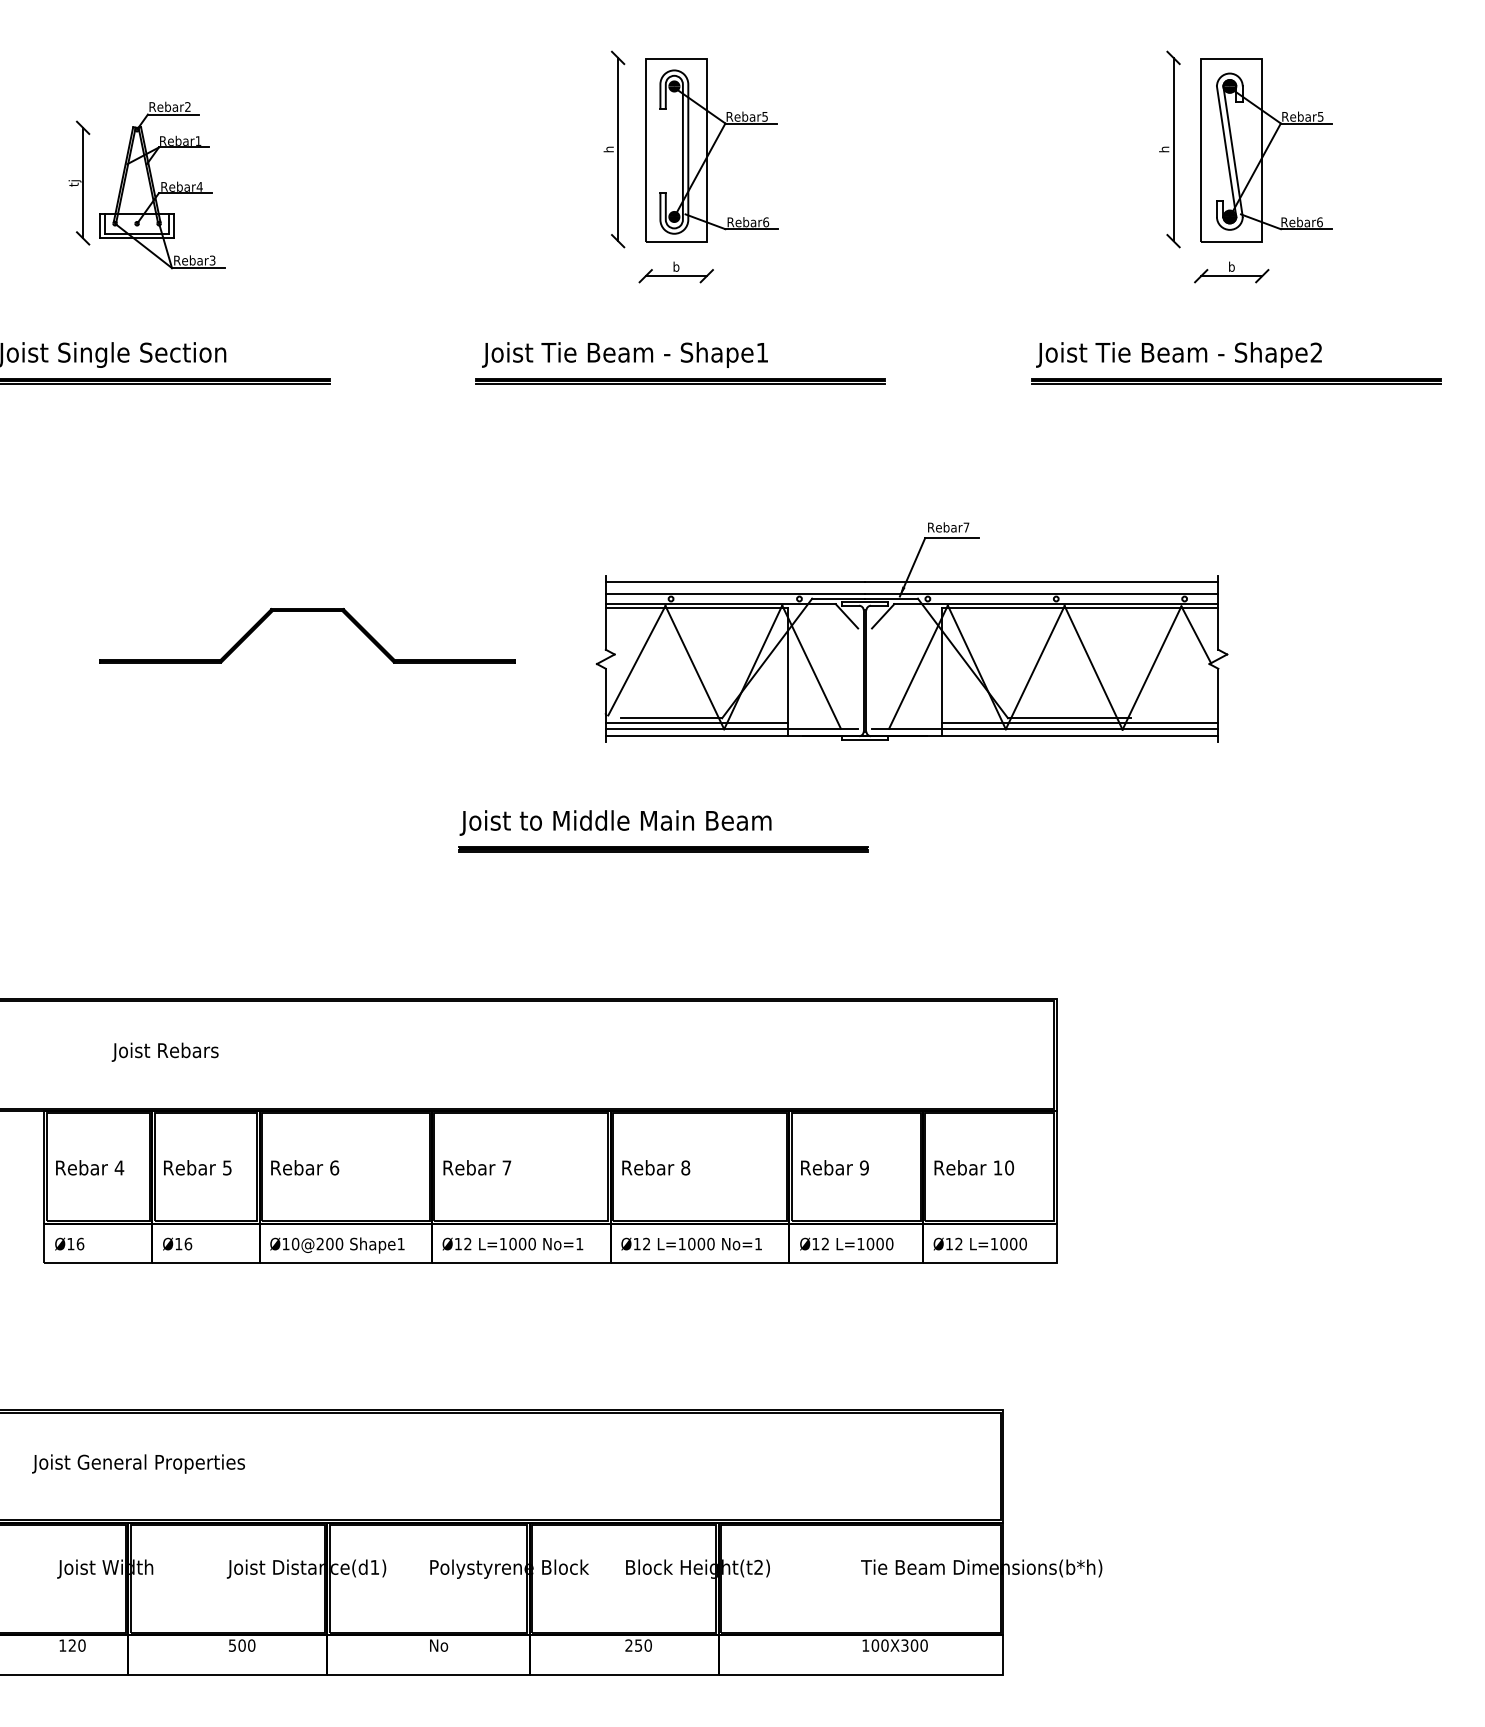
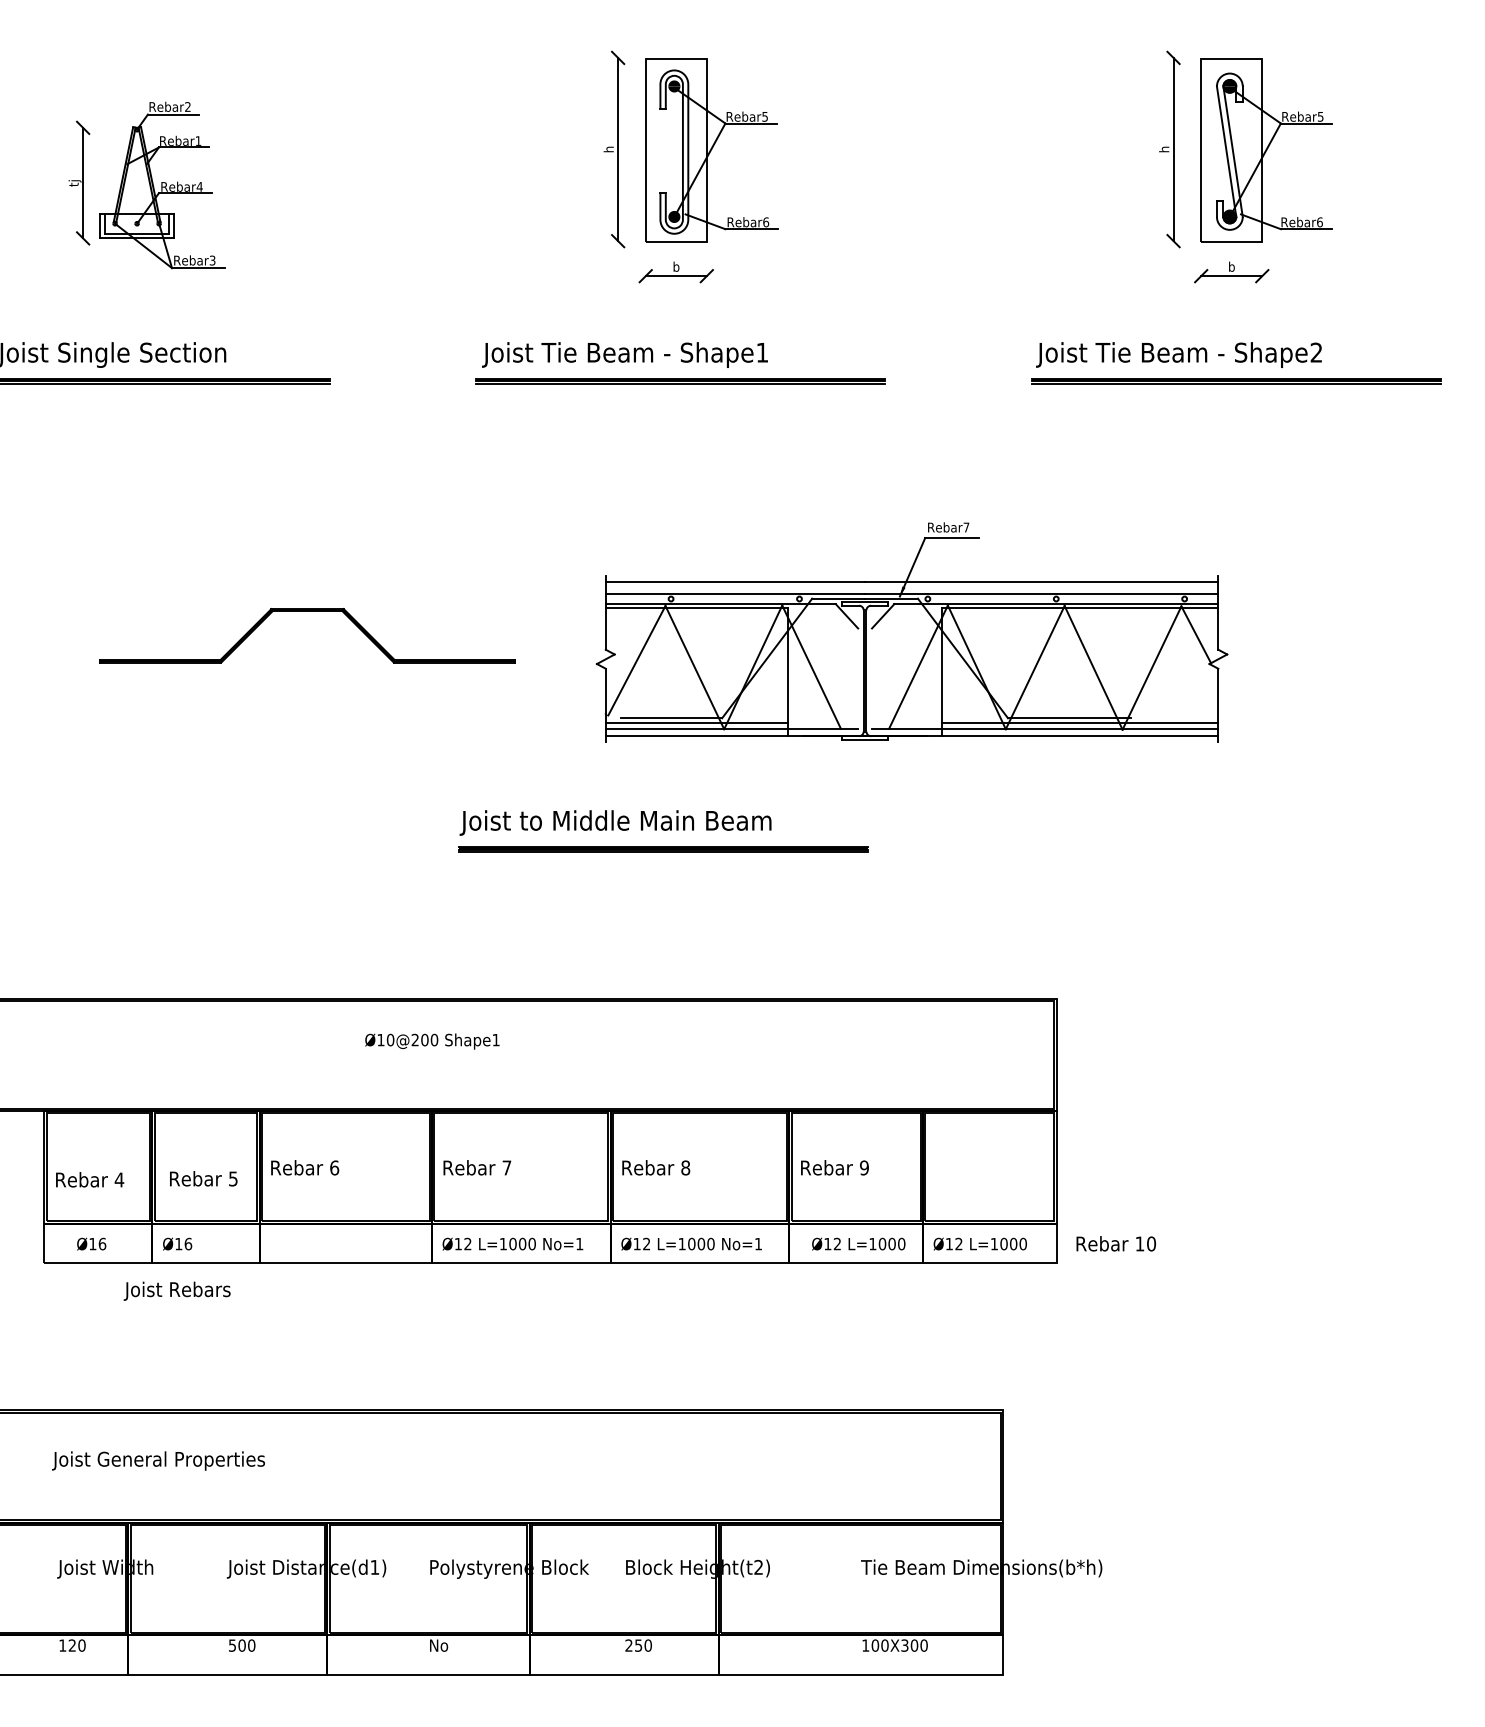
text at (164, 1051) position: (164, 1051) -> (176, 1290)
text at (90, 1167) position: (90, 1167) -> (90, 1179)
text at (197, 1167) position: (197, 1167) -> (203, 1178)
text at (973, 1167) position: (973, 1167) -> (1115, 1243)
text at (69, 1243) position: (69, 1243) -> (91, 1243)
text at (846, 1243) position: (846, 1243) -> (858, 1243)
text at (337, 1245) position: (337, 1245) -> (432, 1041)
text at (138, 1463) position: (138, 1463) -> (158, 1460)
